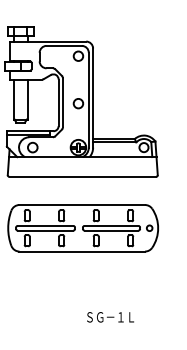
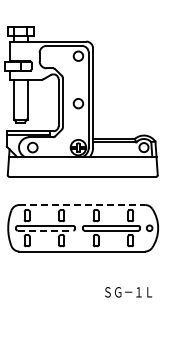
line at (82, 205): solid -> dashed
line at (45, 230): solid -> dashed
text at (110, 317) position: (110, 317) -> (128, 292)
